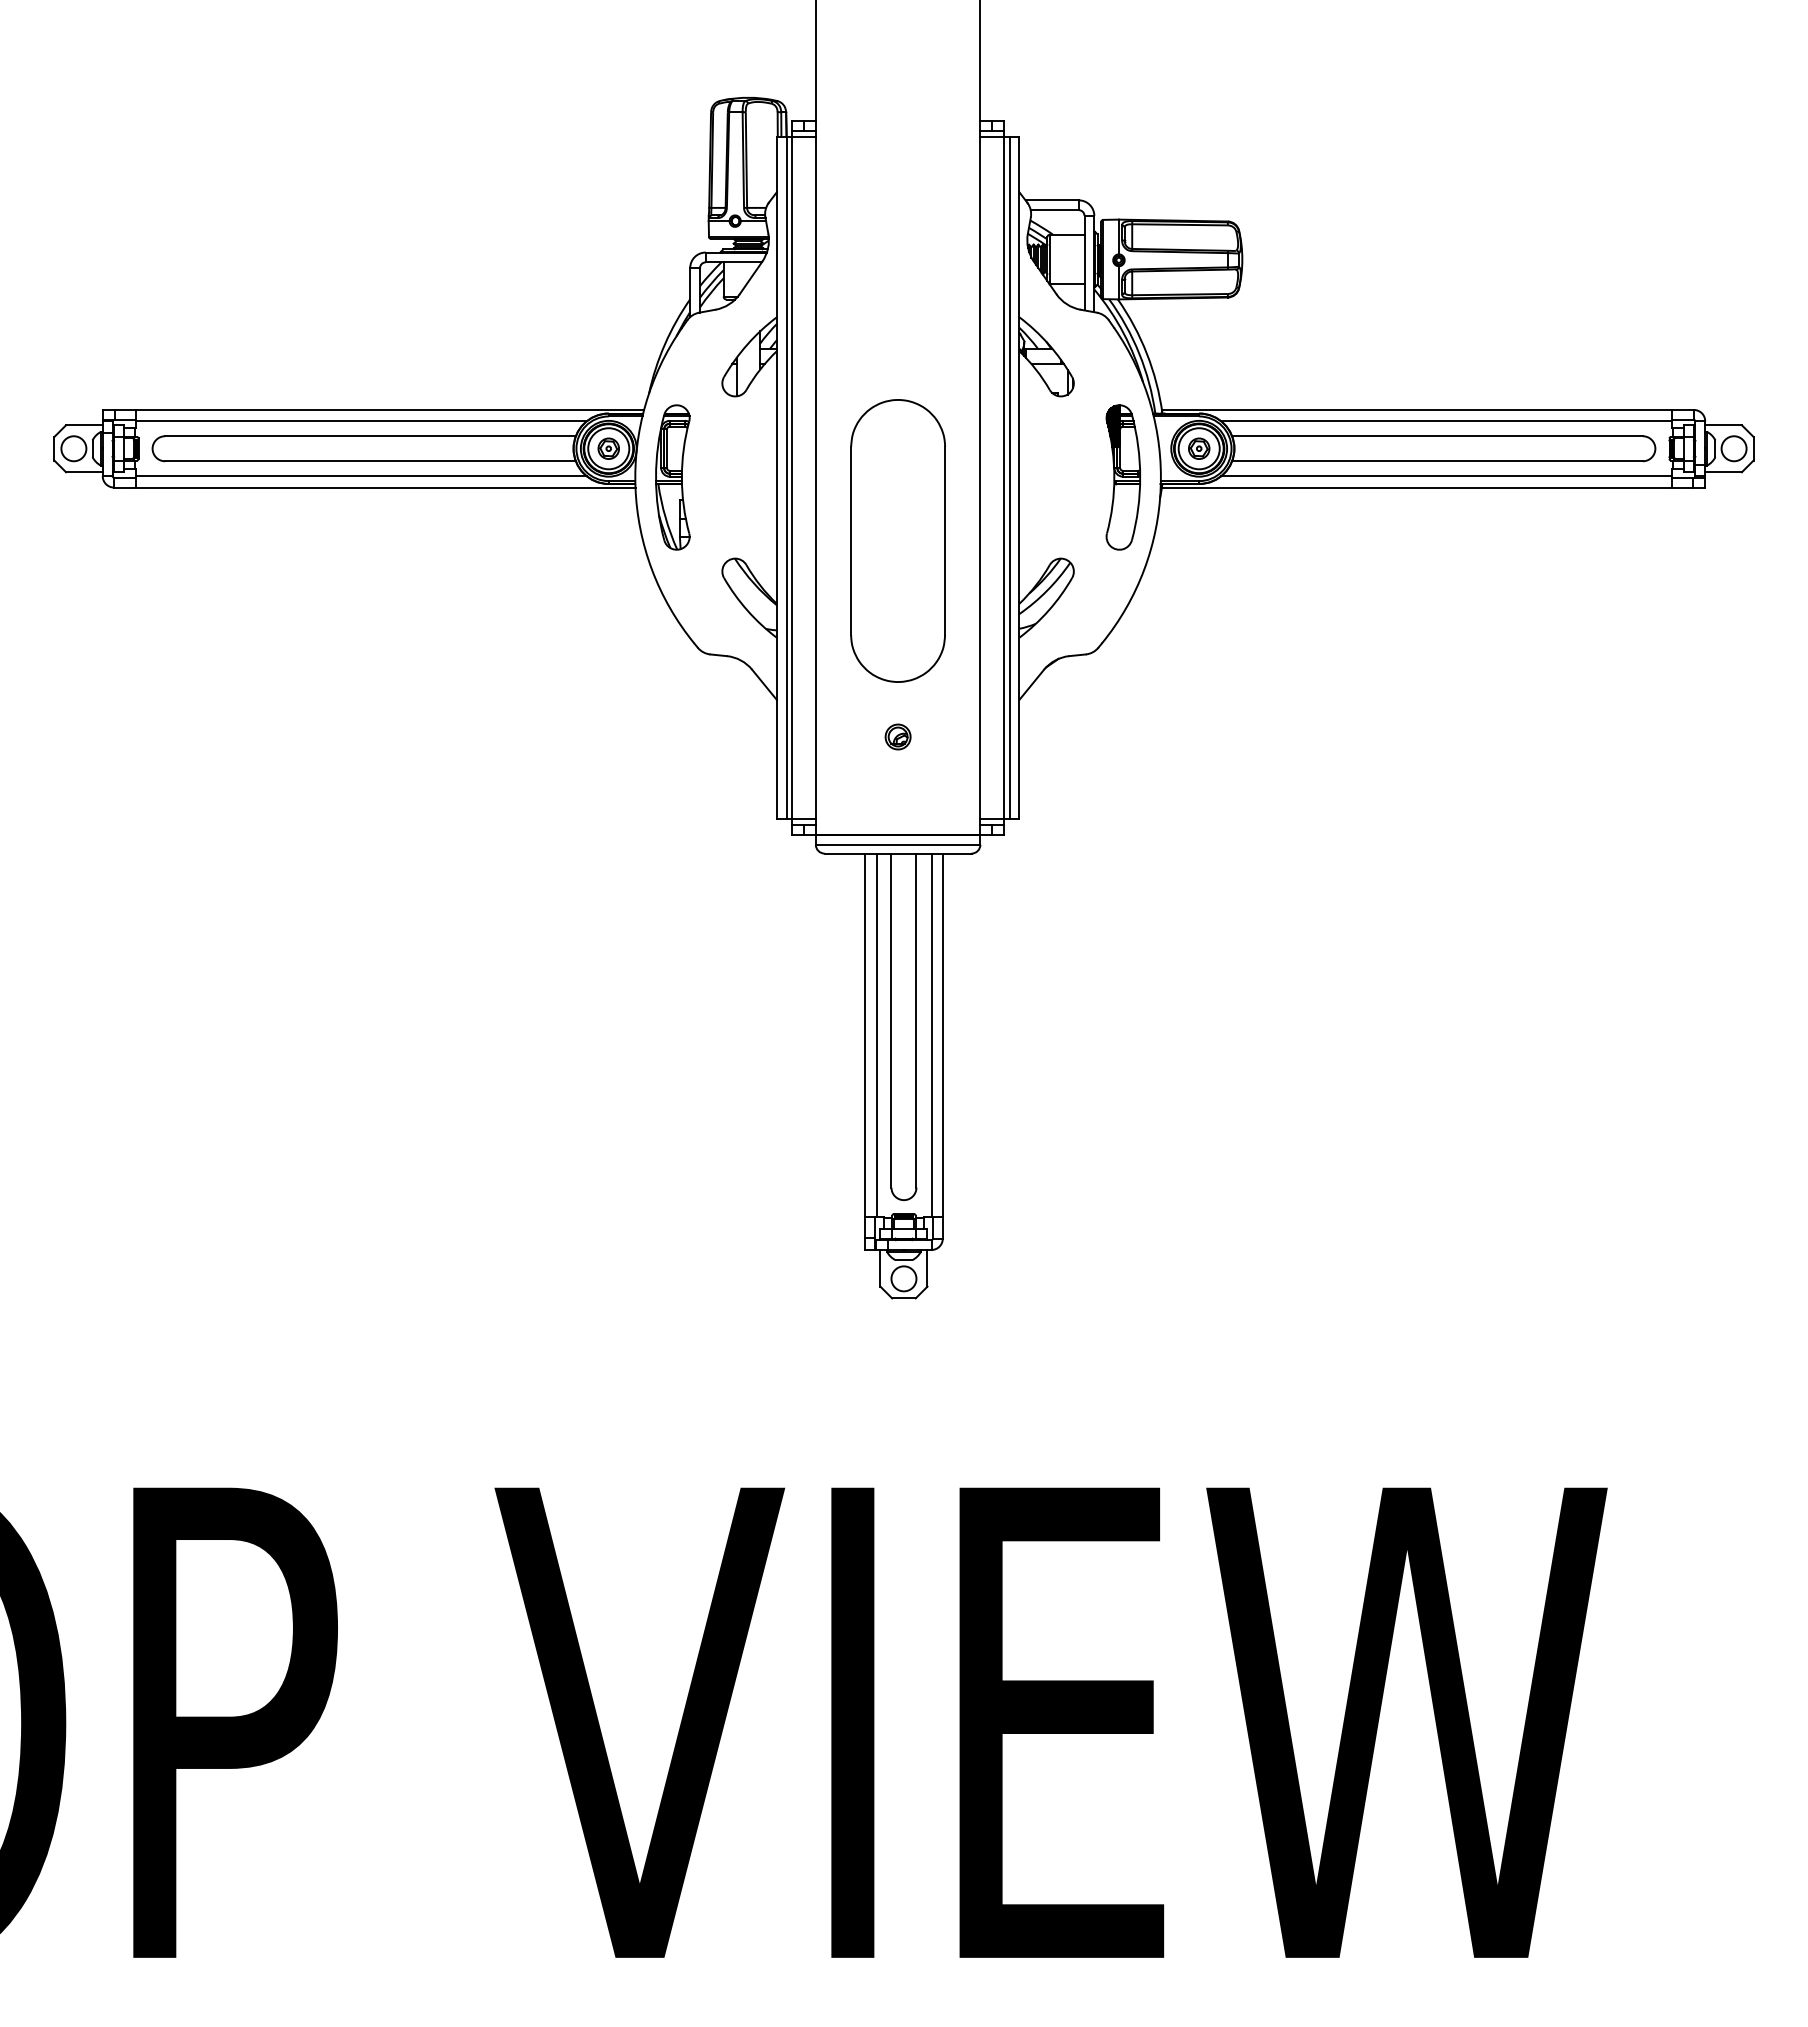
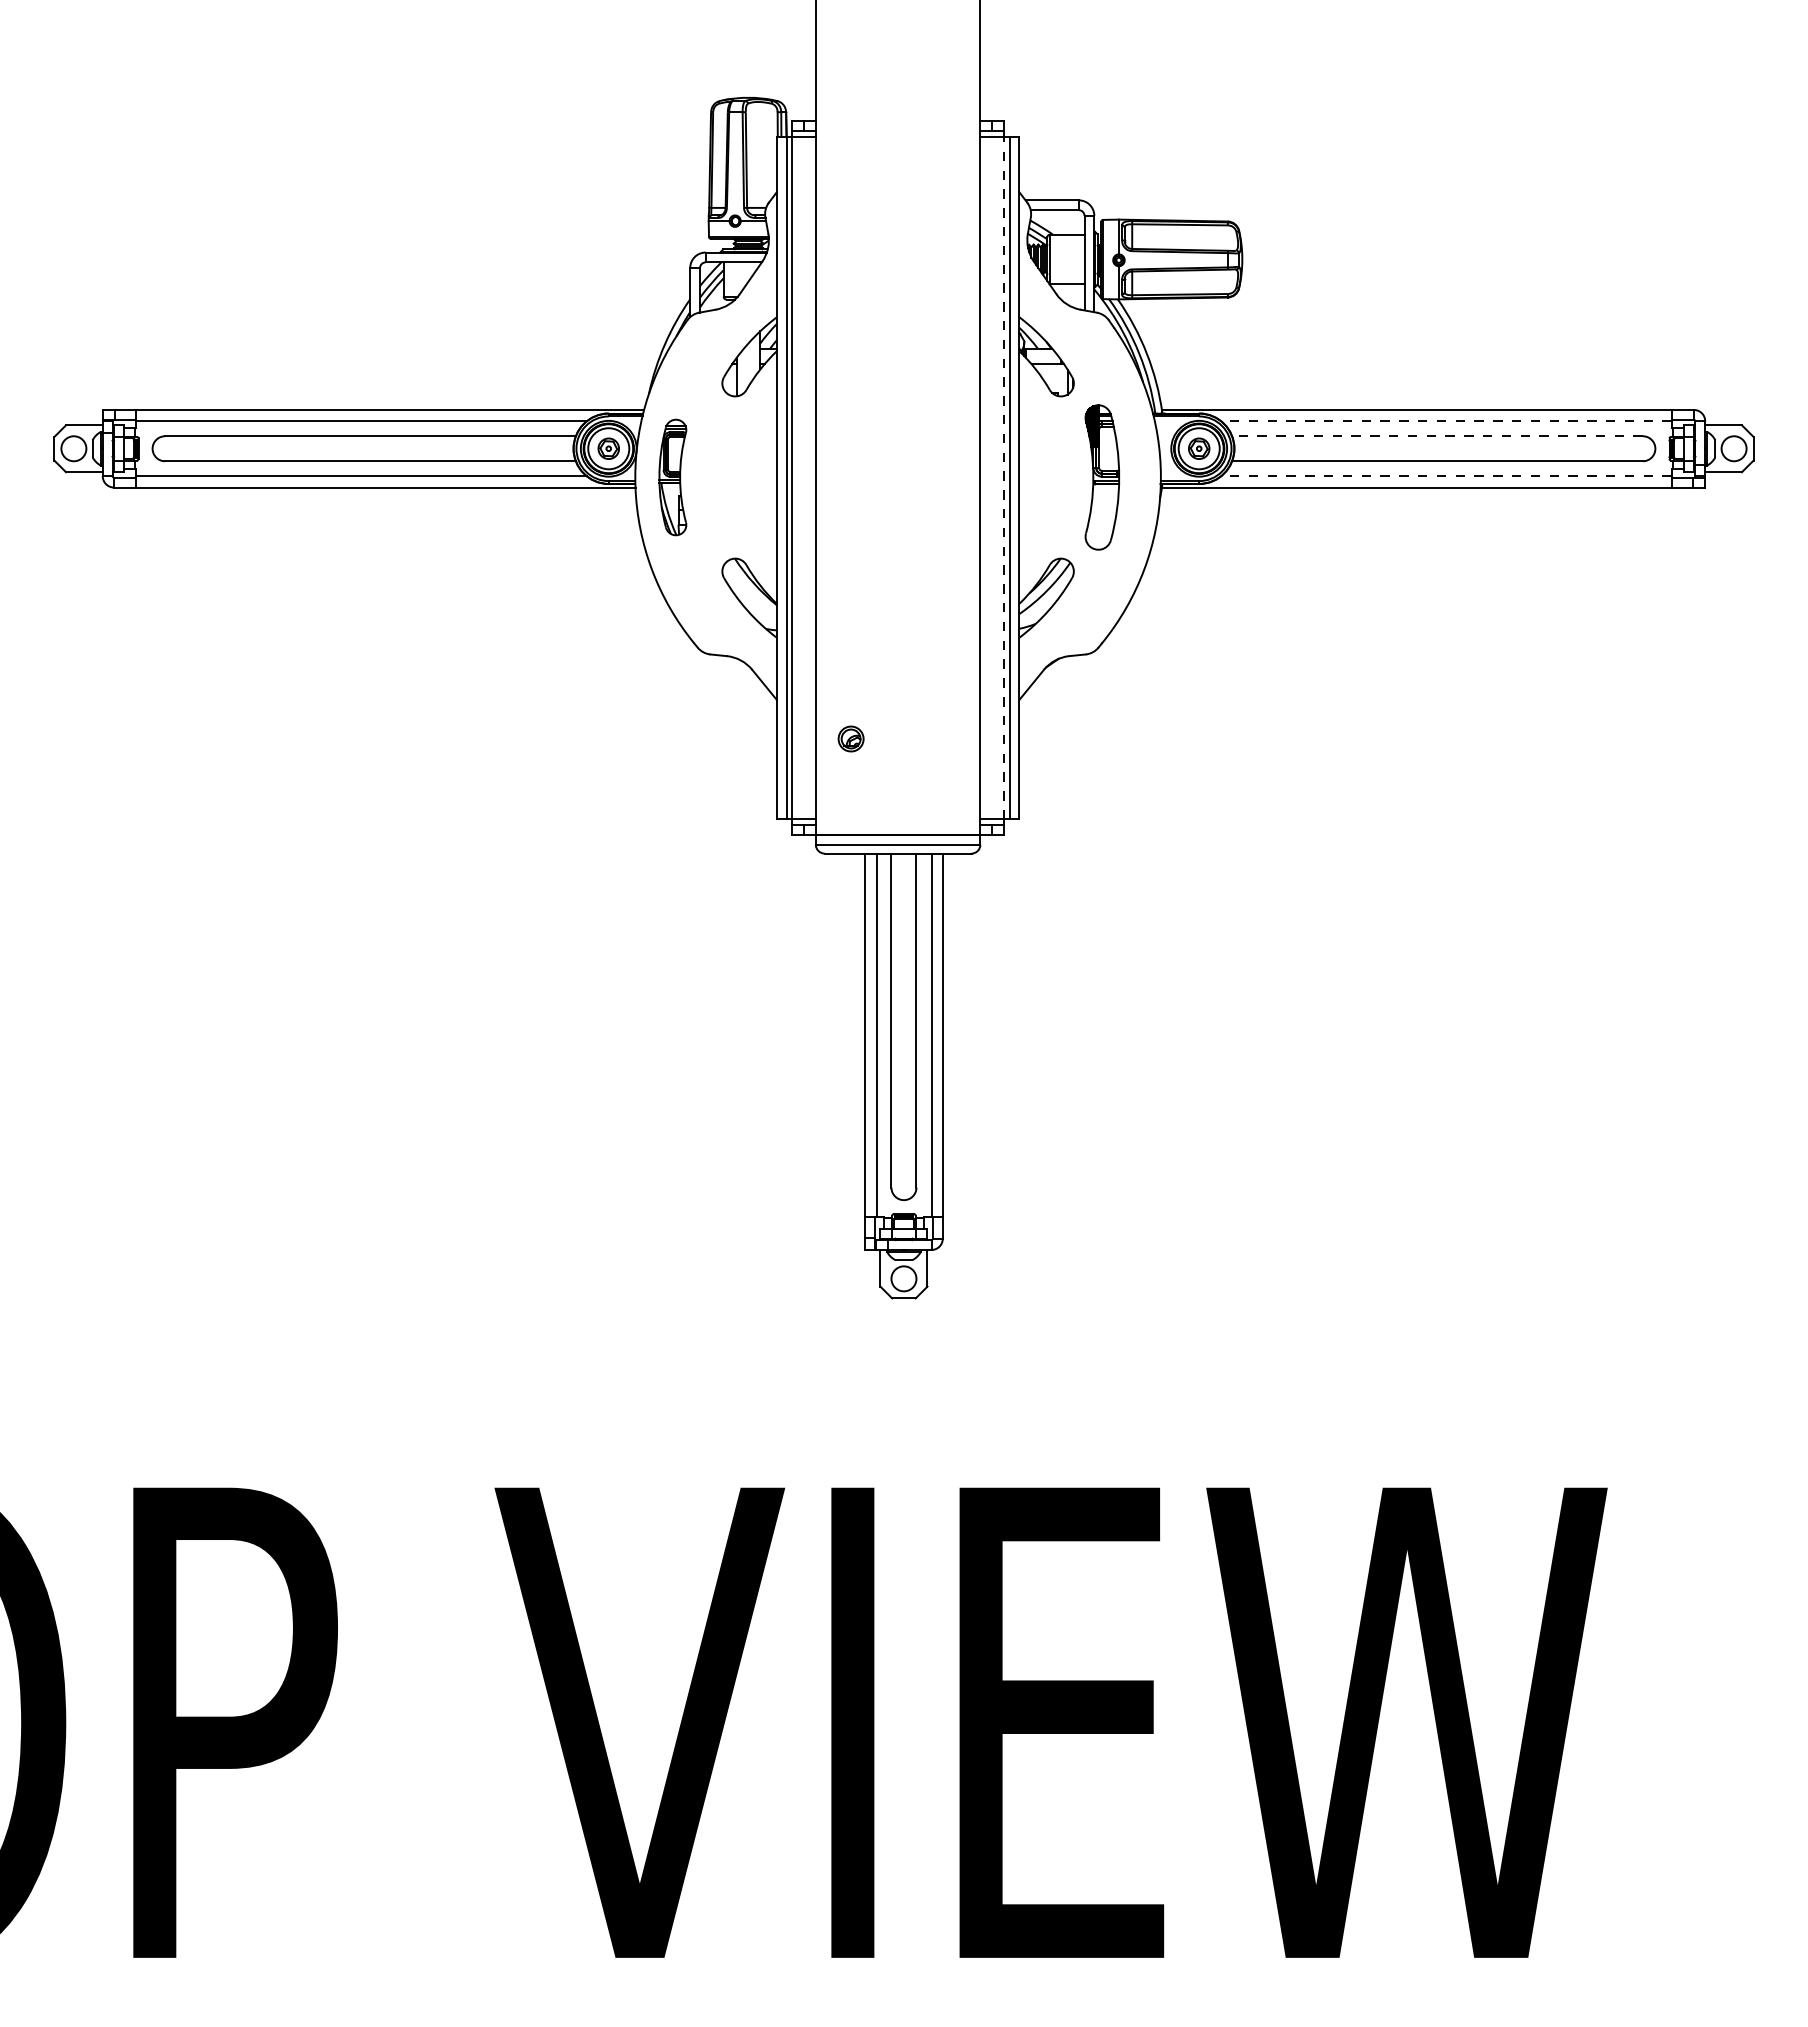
line at (1446, 421): solid -> dashed
line at (1437, 436): solid -> dashed
line at (1446, 476): solid -> dashed
part at (672, 477) size: 36x147 px -> 30x119 px
line at (1003, 477): solid -> dashed
part at (1122, 477) position: (1122, 477) -> (1101, 477)
part at (897, 540): present -> none
part at (897, 736) position: (897, 736) -> (850, 738)
